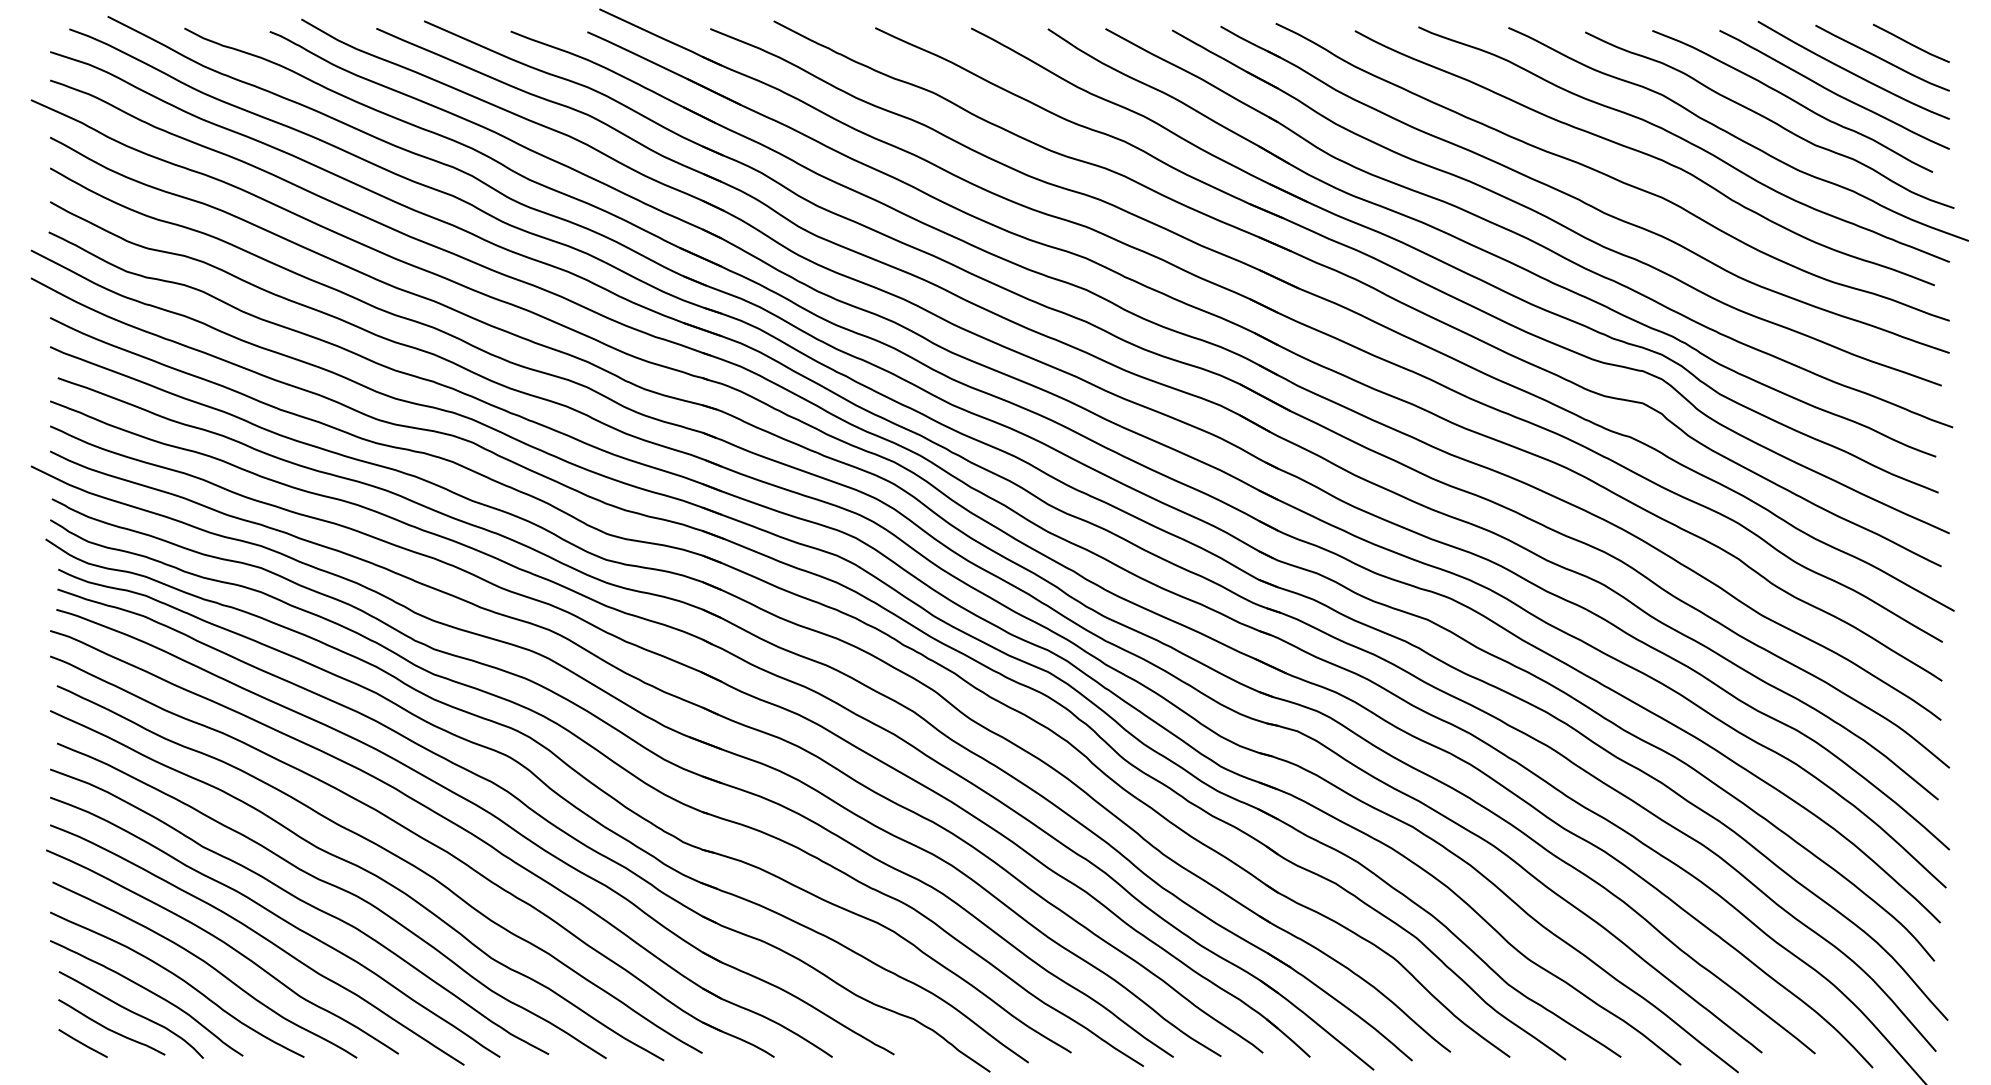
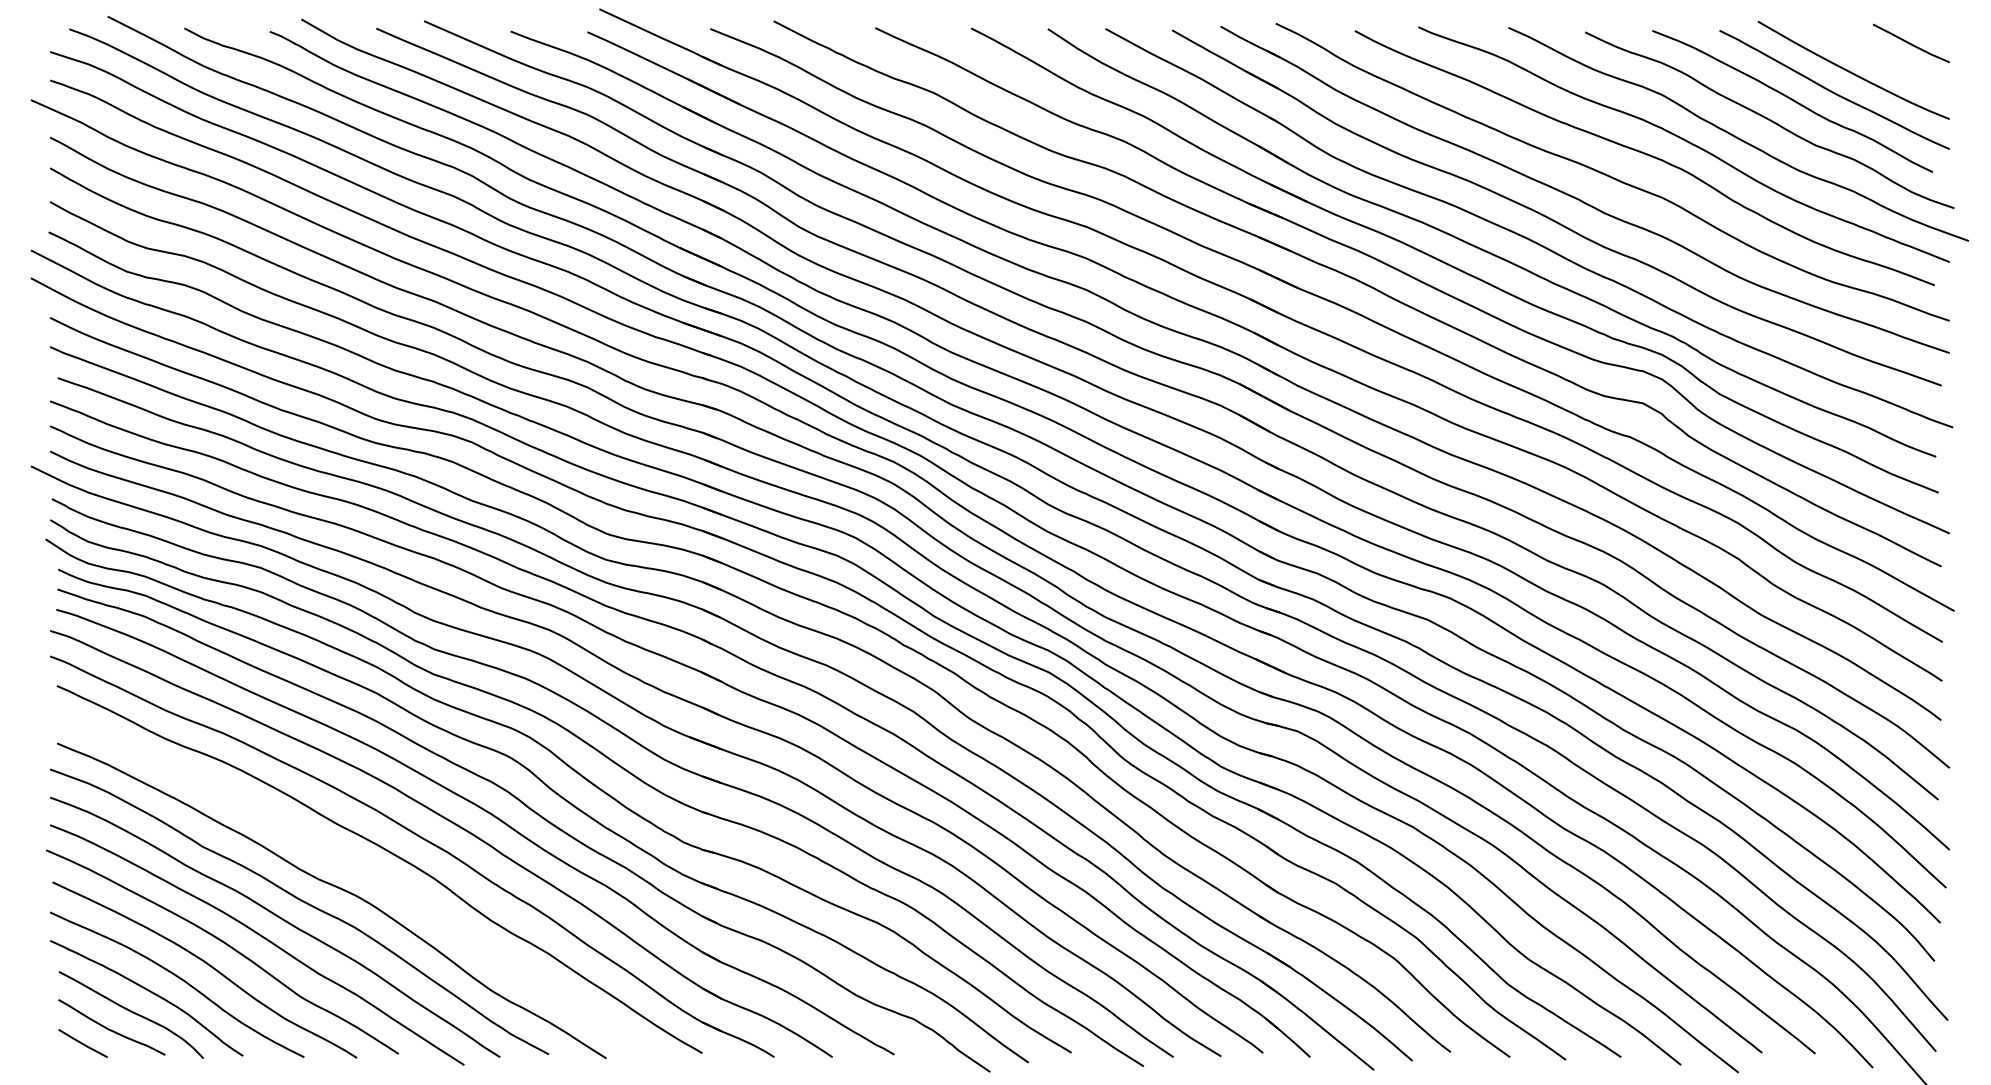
curve at (1882, 58): present -> none
curve at (365, 871): present -> none
